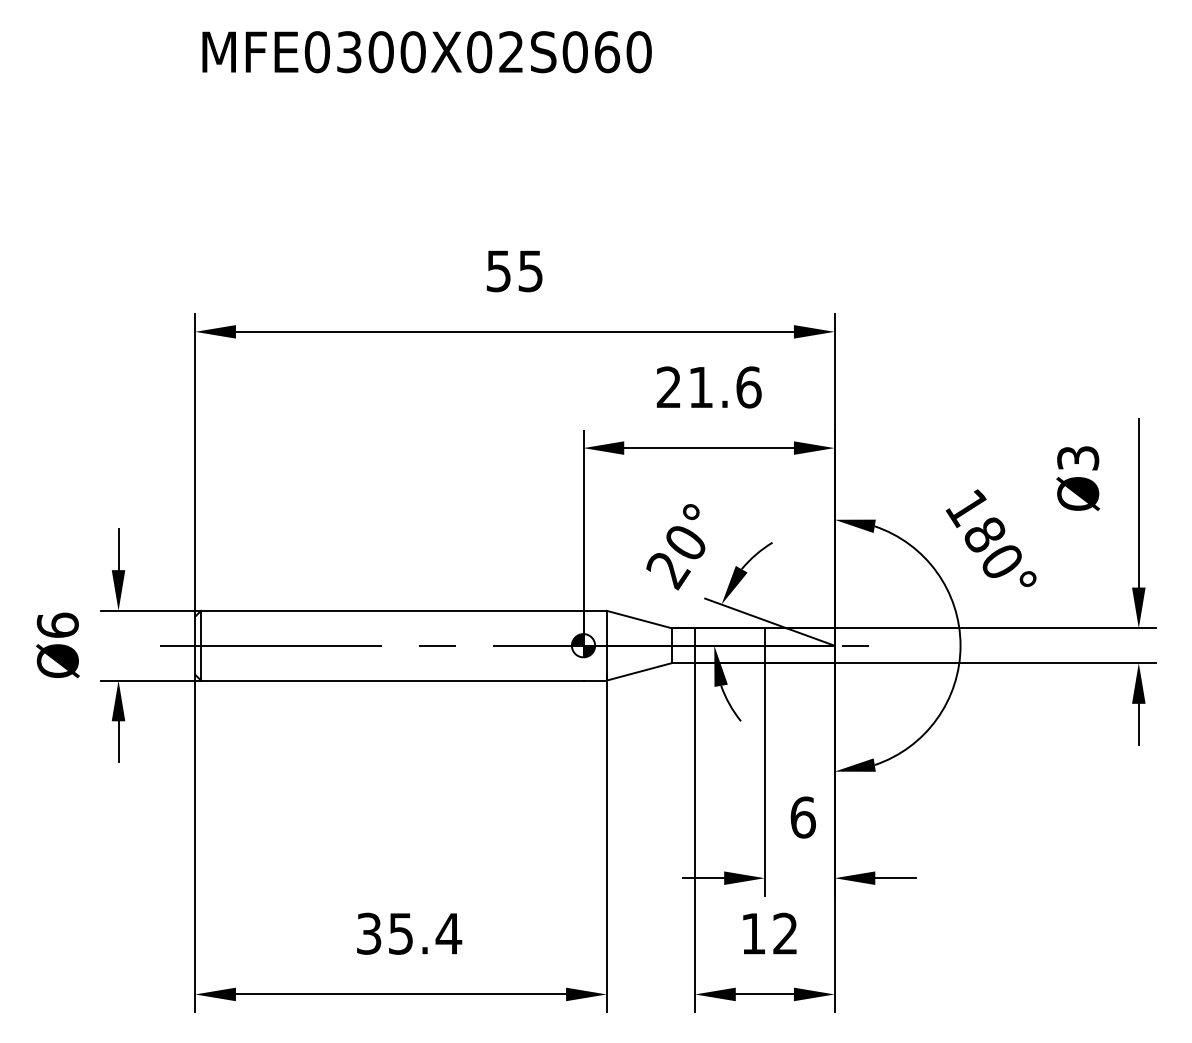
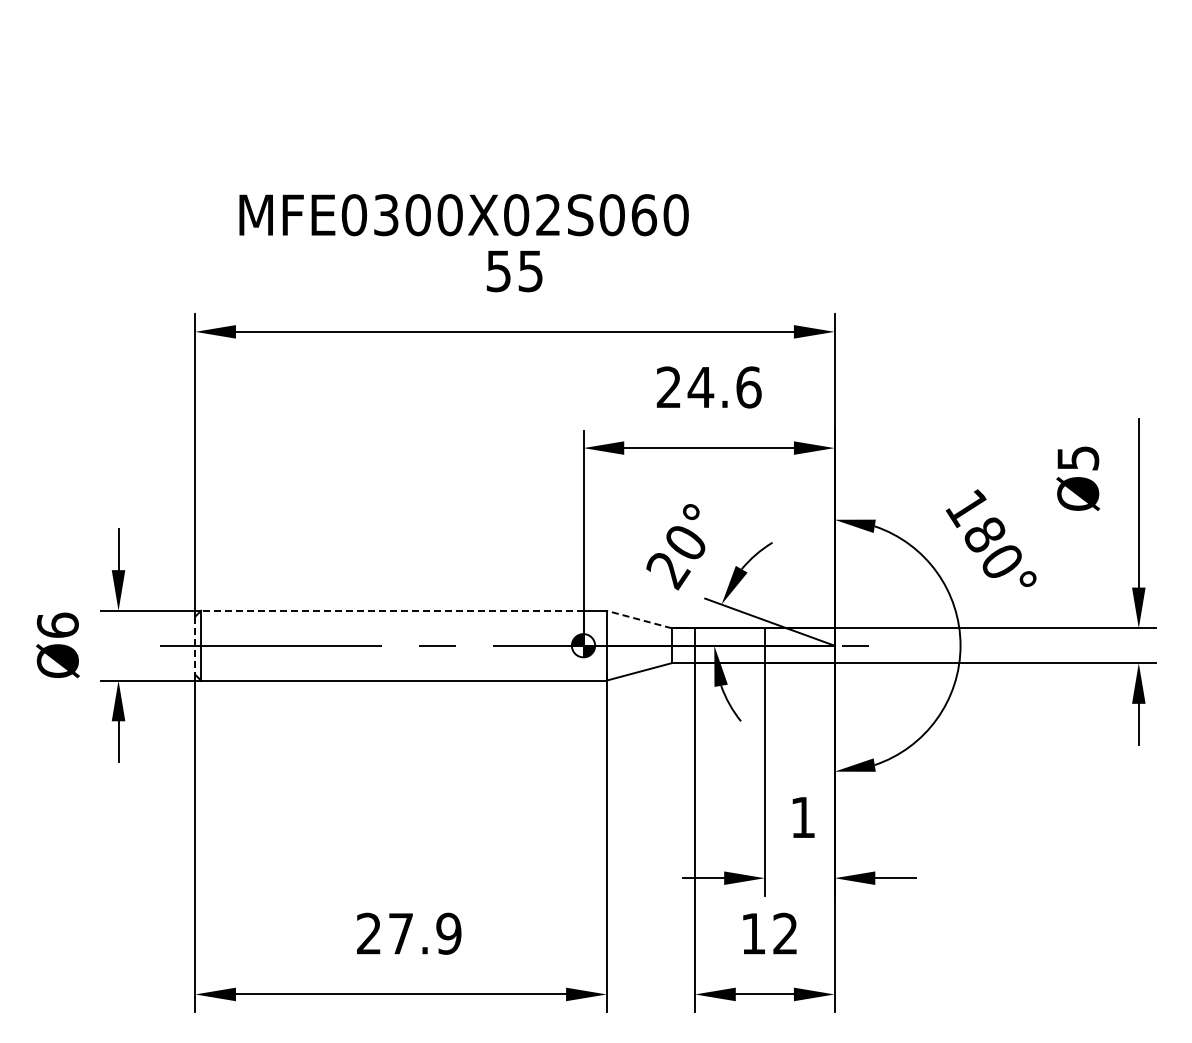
text at (426, 52) position: (426, 52) -> (463, 215)
text at (700, 387): 21.6 -> 24.6
text at (1077, 457): Ø3 -> Ø5
line at (391, 610): solid -> dashed
line at (639, 619): solid -> dashed
line at (195, 646): solid -> dashed
text at (802, 817): 6 -> 1
text at (409, 933): 35.4 -> 27.9
